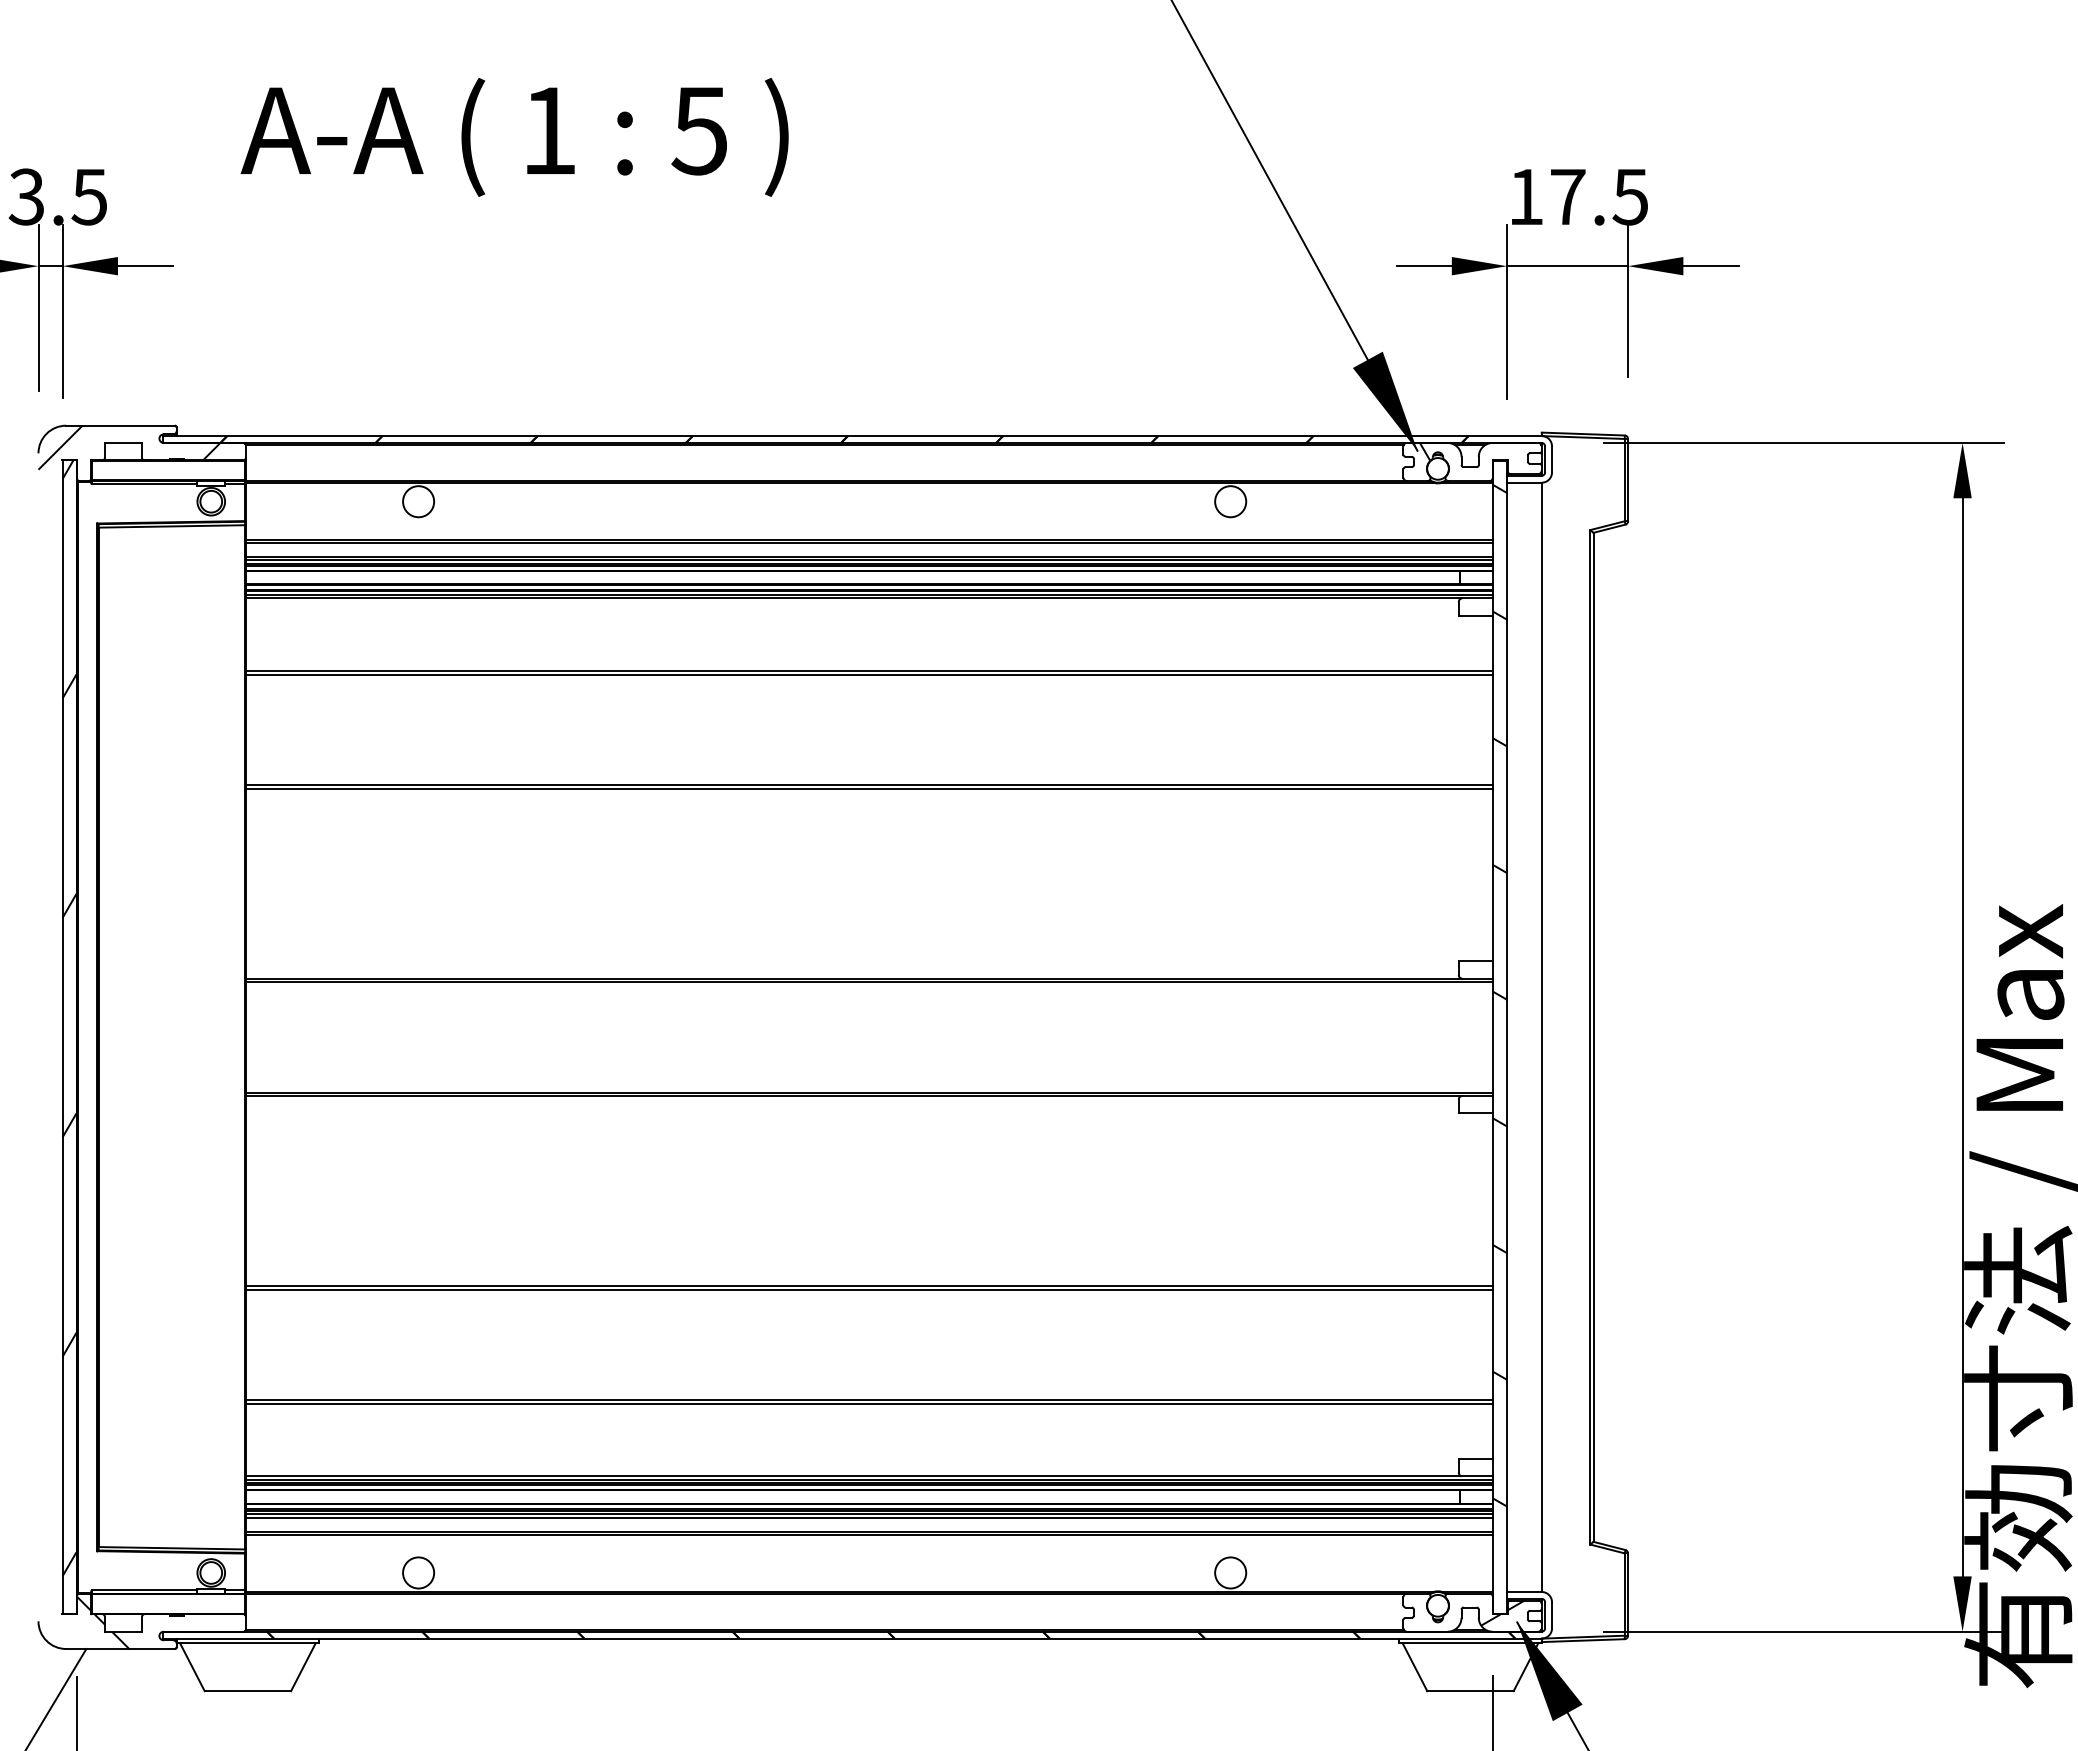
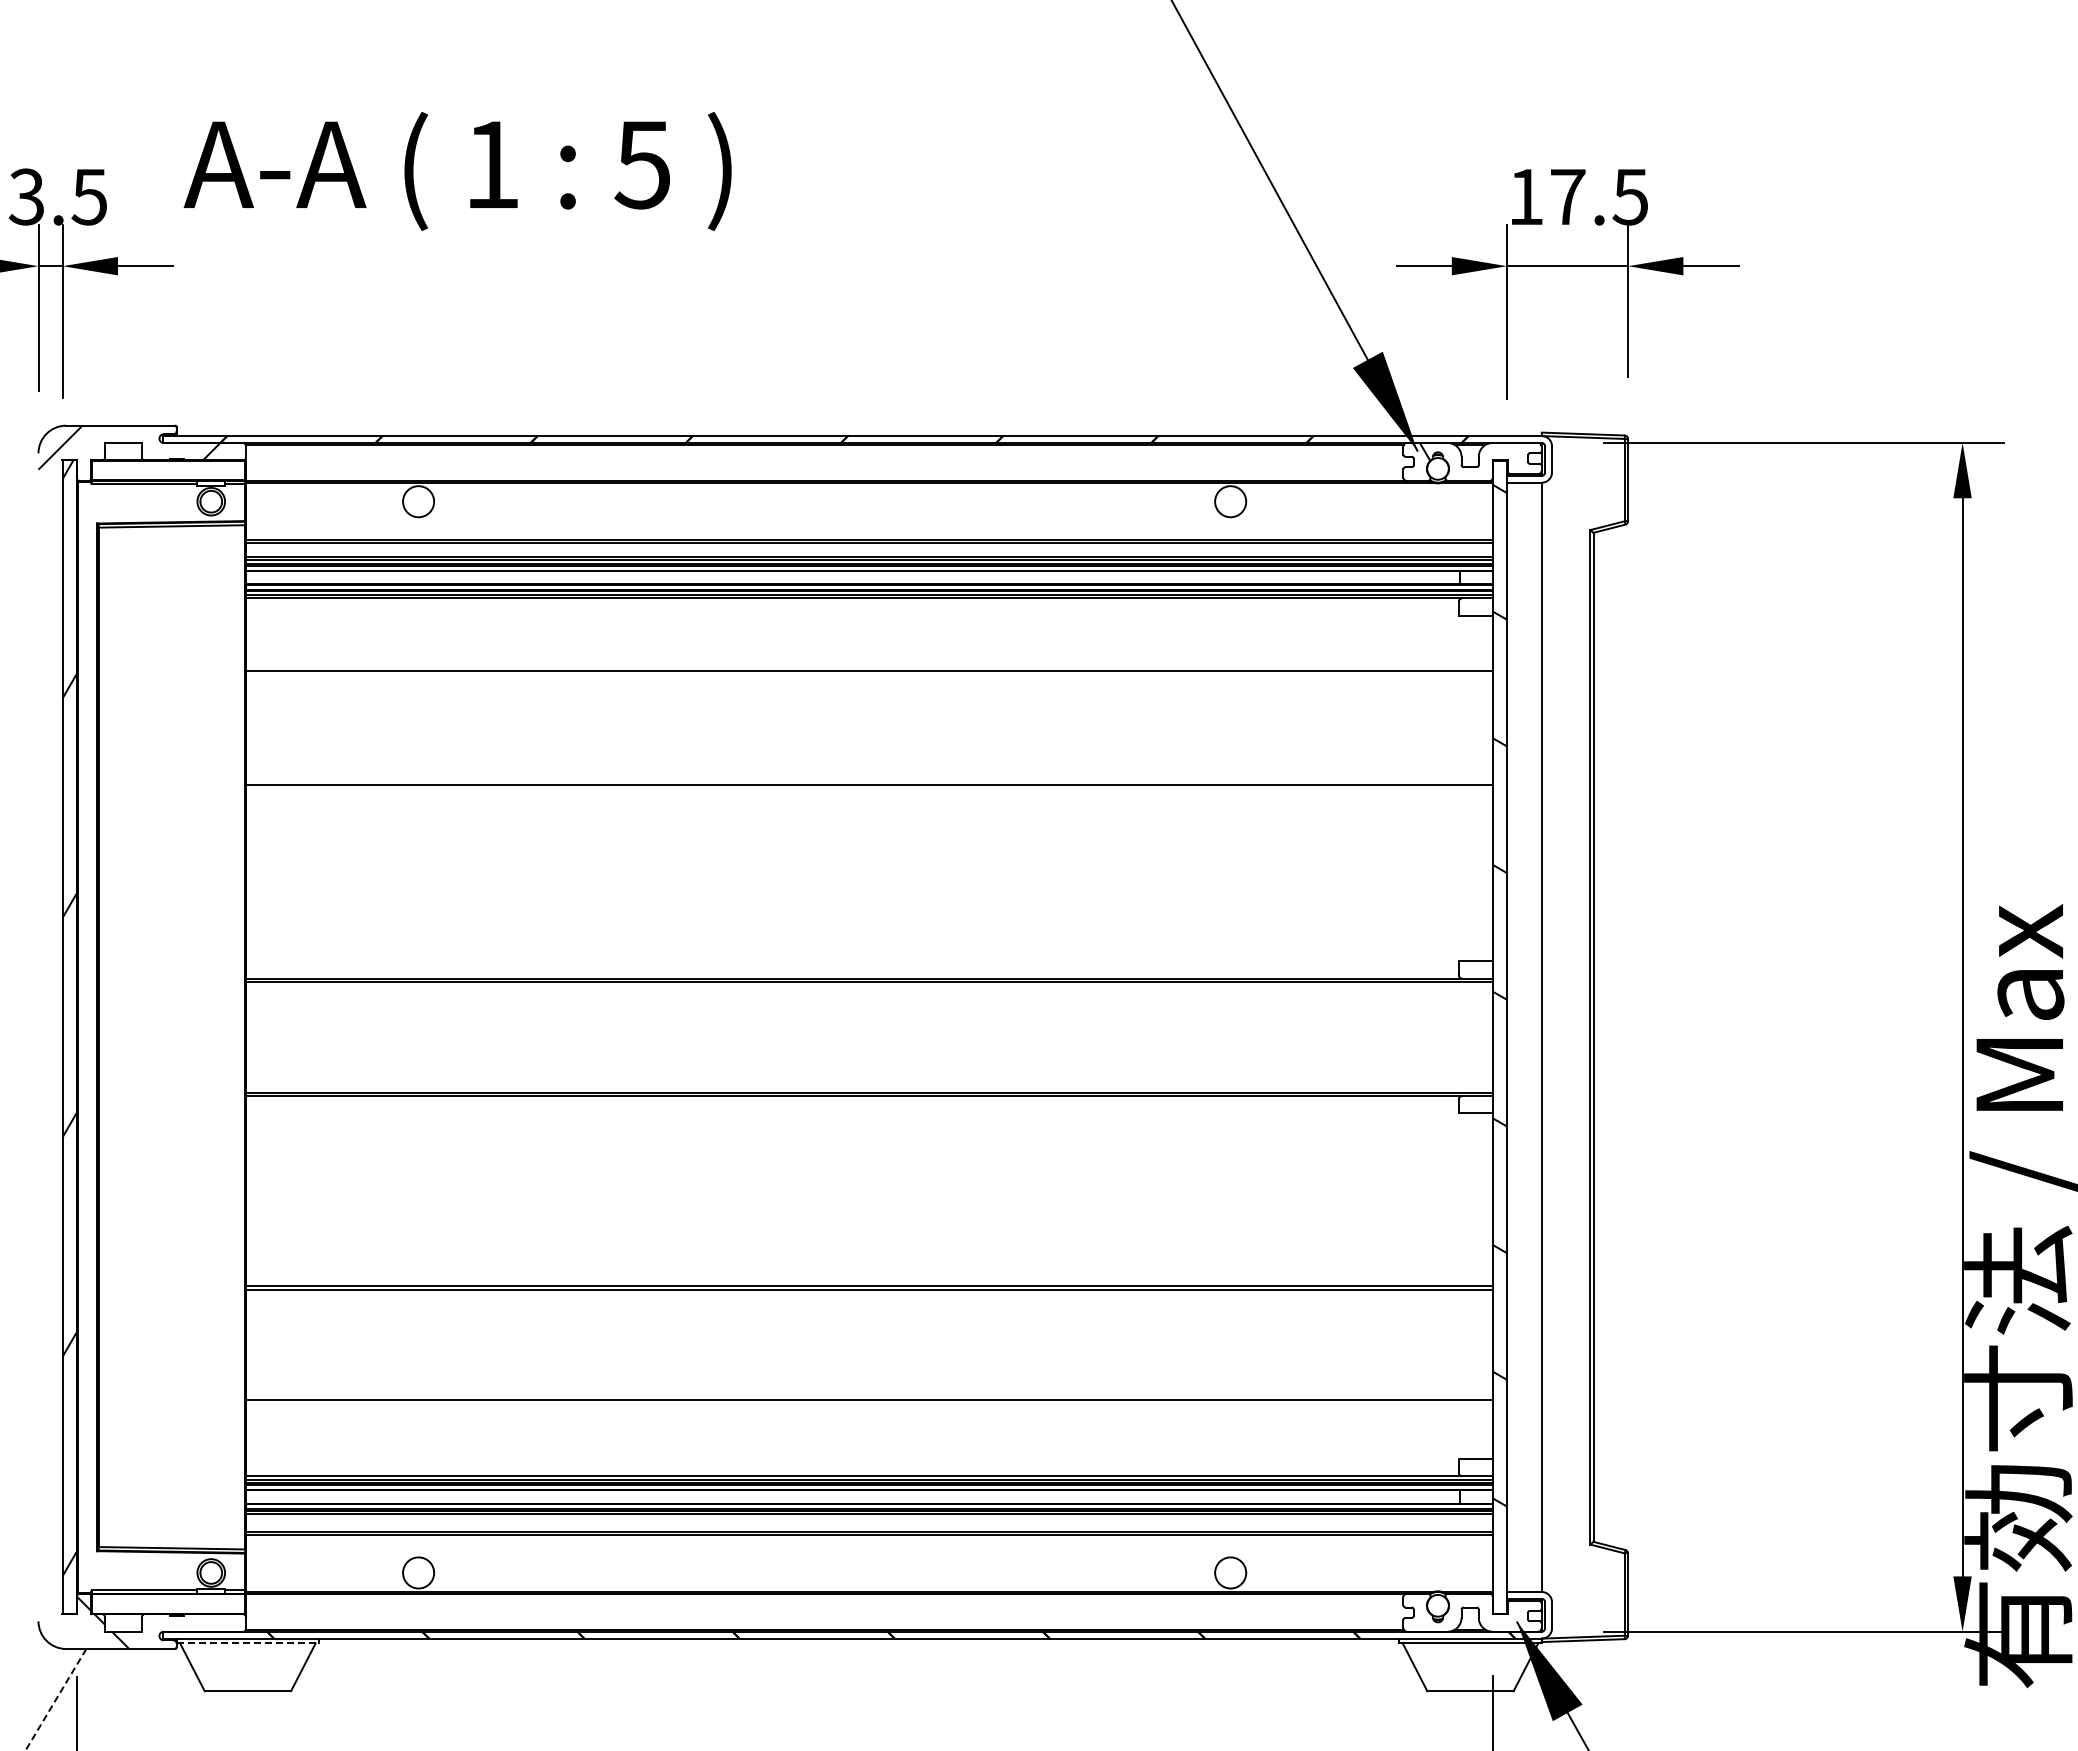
text at (514, 137) position: (514, 137) -> (457, 171)
line at (869, 674): present -> none
line at (869, 788): present -> none
line at (869, 1403): present -> none
line at (869, 1517): present -> none
hatch at (1502, 1612): present -> none
line at (248, 1643): solid -> dashed
line at (56, 1699): solid -> dashed
